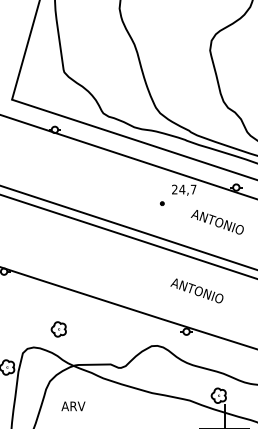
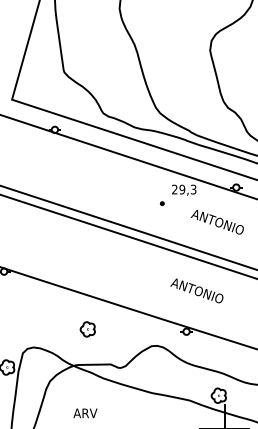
text at (187, 189): 24,7 -> 29,3
part at (58, 329) position: (58, 329) -> (87, 329)
text at (73, 406) position: (73, 406) -> (85, 413)
